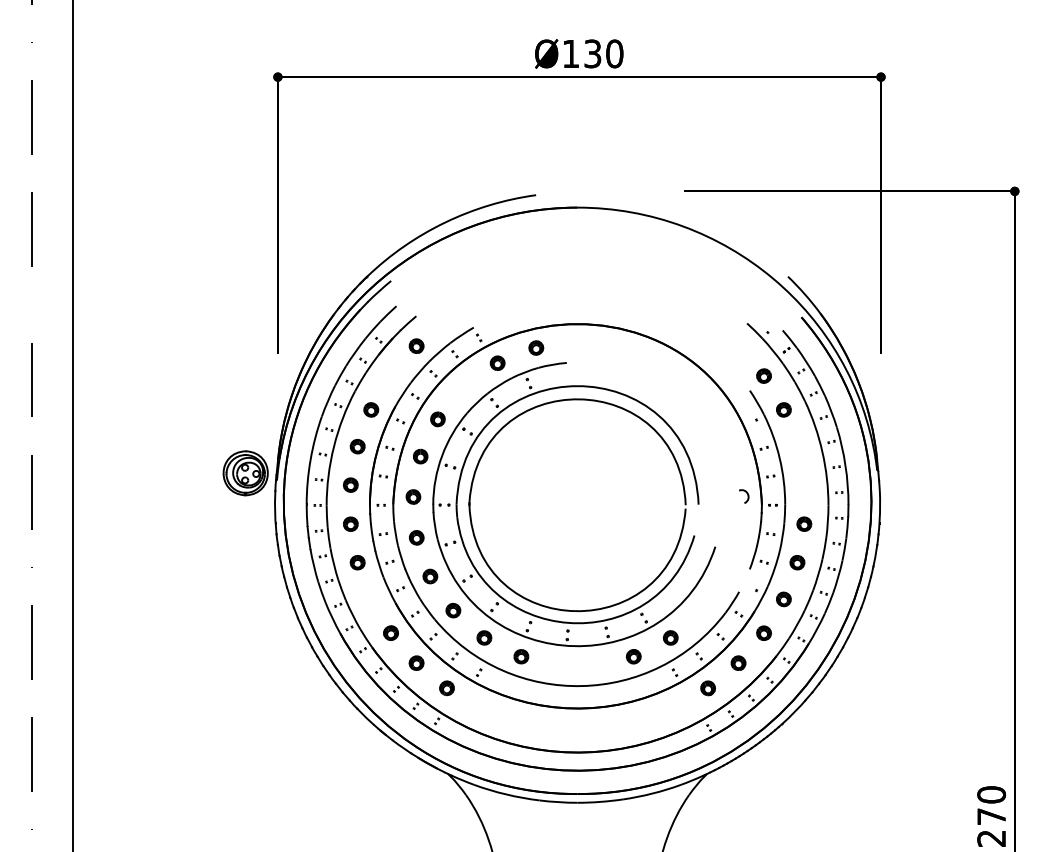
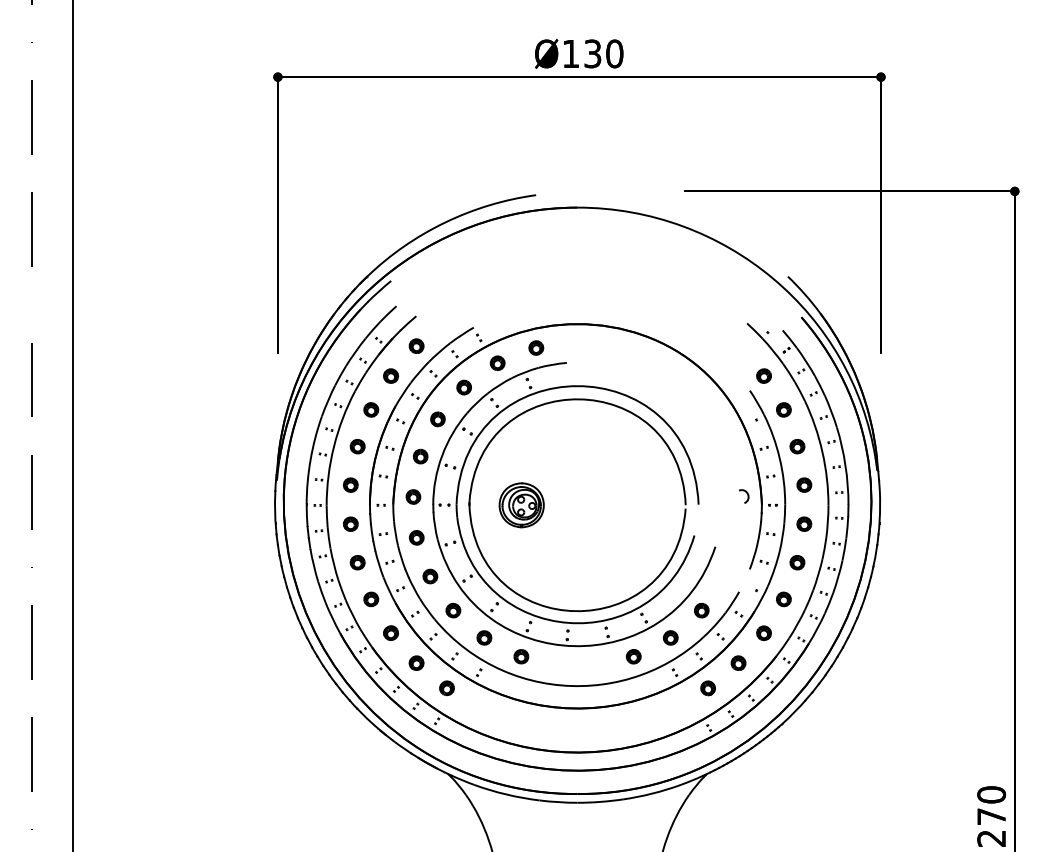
part at (391, 375): none -> present
part at (463, 387): none -> present
part at (797, 446): none -> present
part at (245, 473) position: (245, 473) -> (521, 505)
part at (804, 484): none -> present
part at (371, 599): none -> present
part at (701, 610): none -> present
